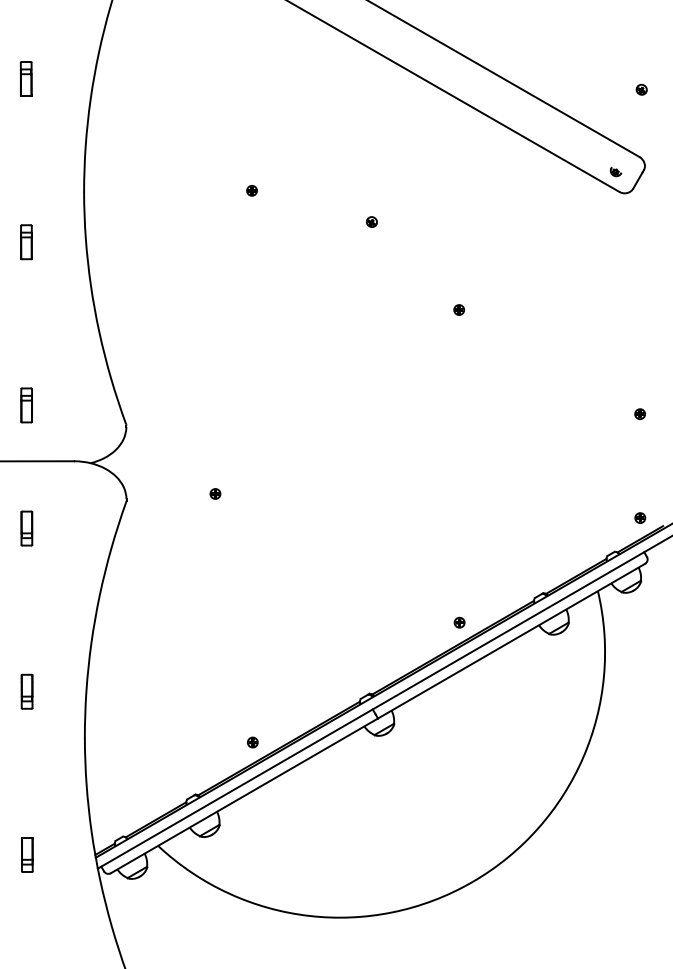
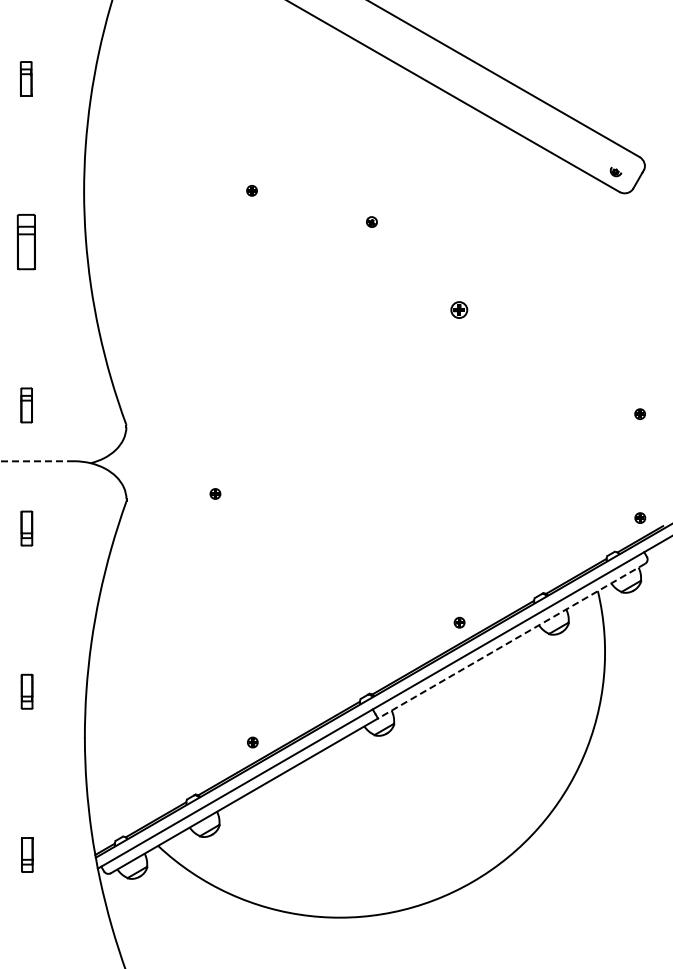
part at (641, 89): present -> none
part at (26, 242) size: 13x37 px -> 20x58 px
part at (458, 309) size: 12x12 px -> 19x18 px
line at (37, 461): solid -> dashed
line at (511, 641): solid -> dashed
